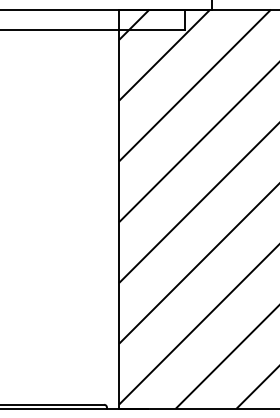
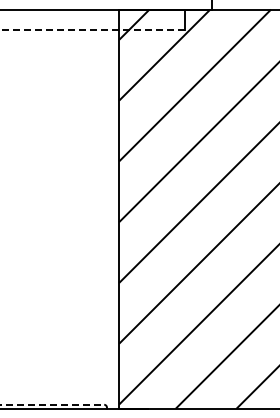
line at (92, 29): solid -> dashed
line at (52, 404): solid -> dashed
